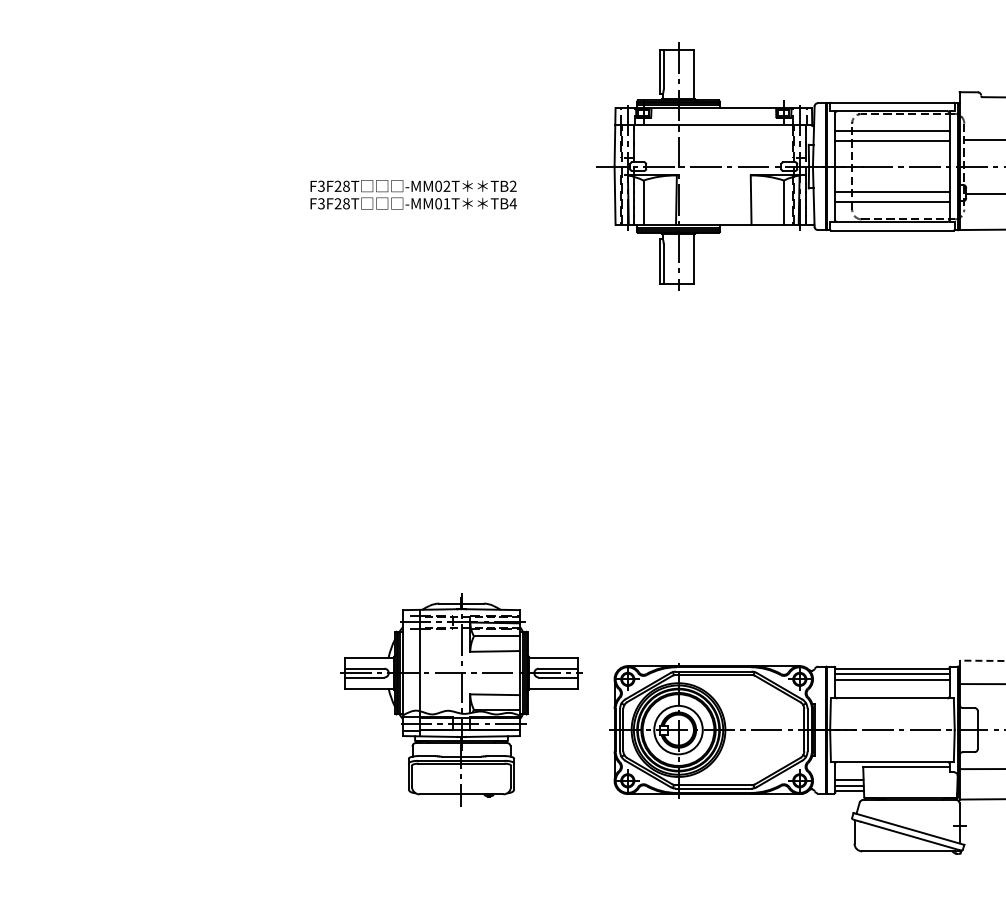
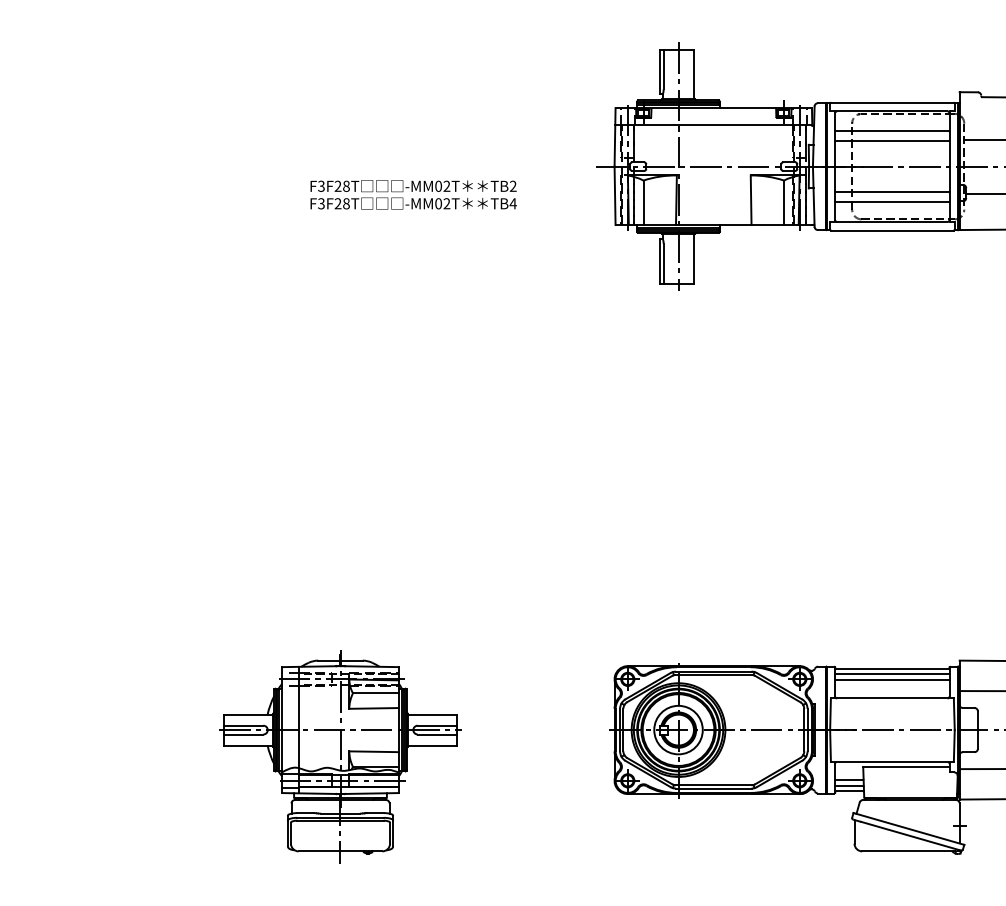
text at (446, 203): -MM01T -> -MM02T
line at (982, 660): dashed -> solid
line at (980, 684) position: (980, 684) -> (980, 691)
part at (461, 699) position: (461, 699) -> (340, 756)
